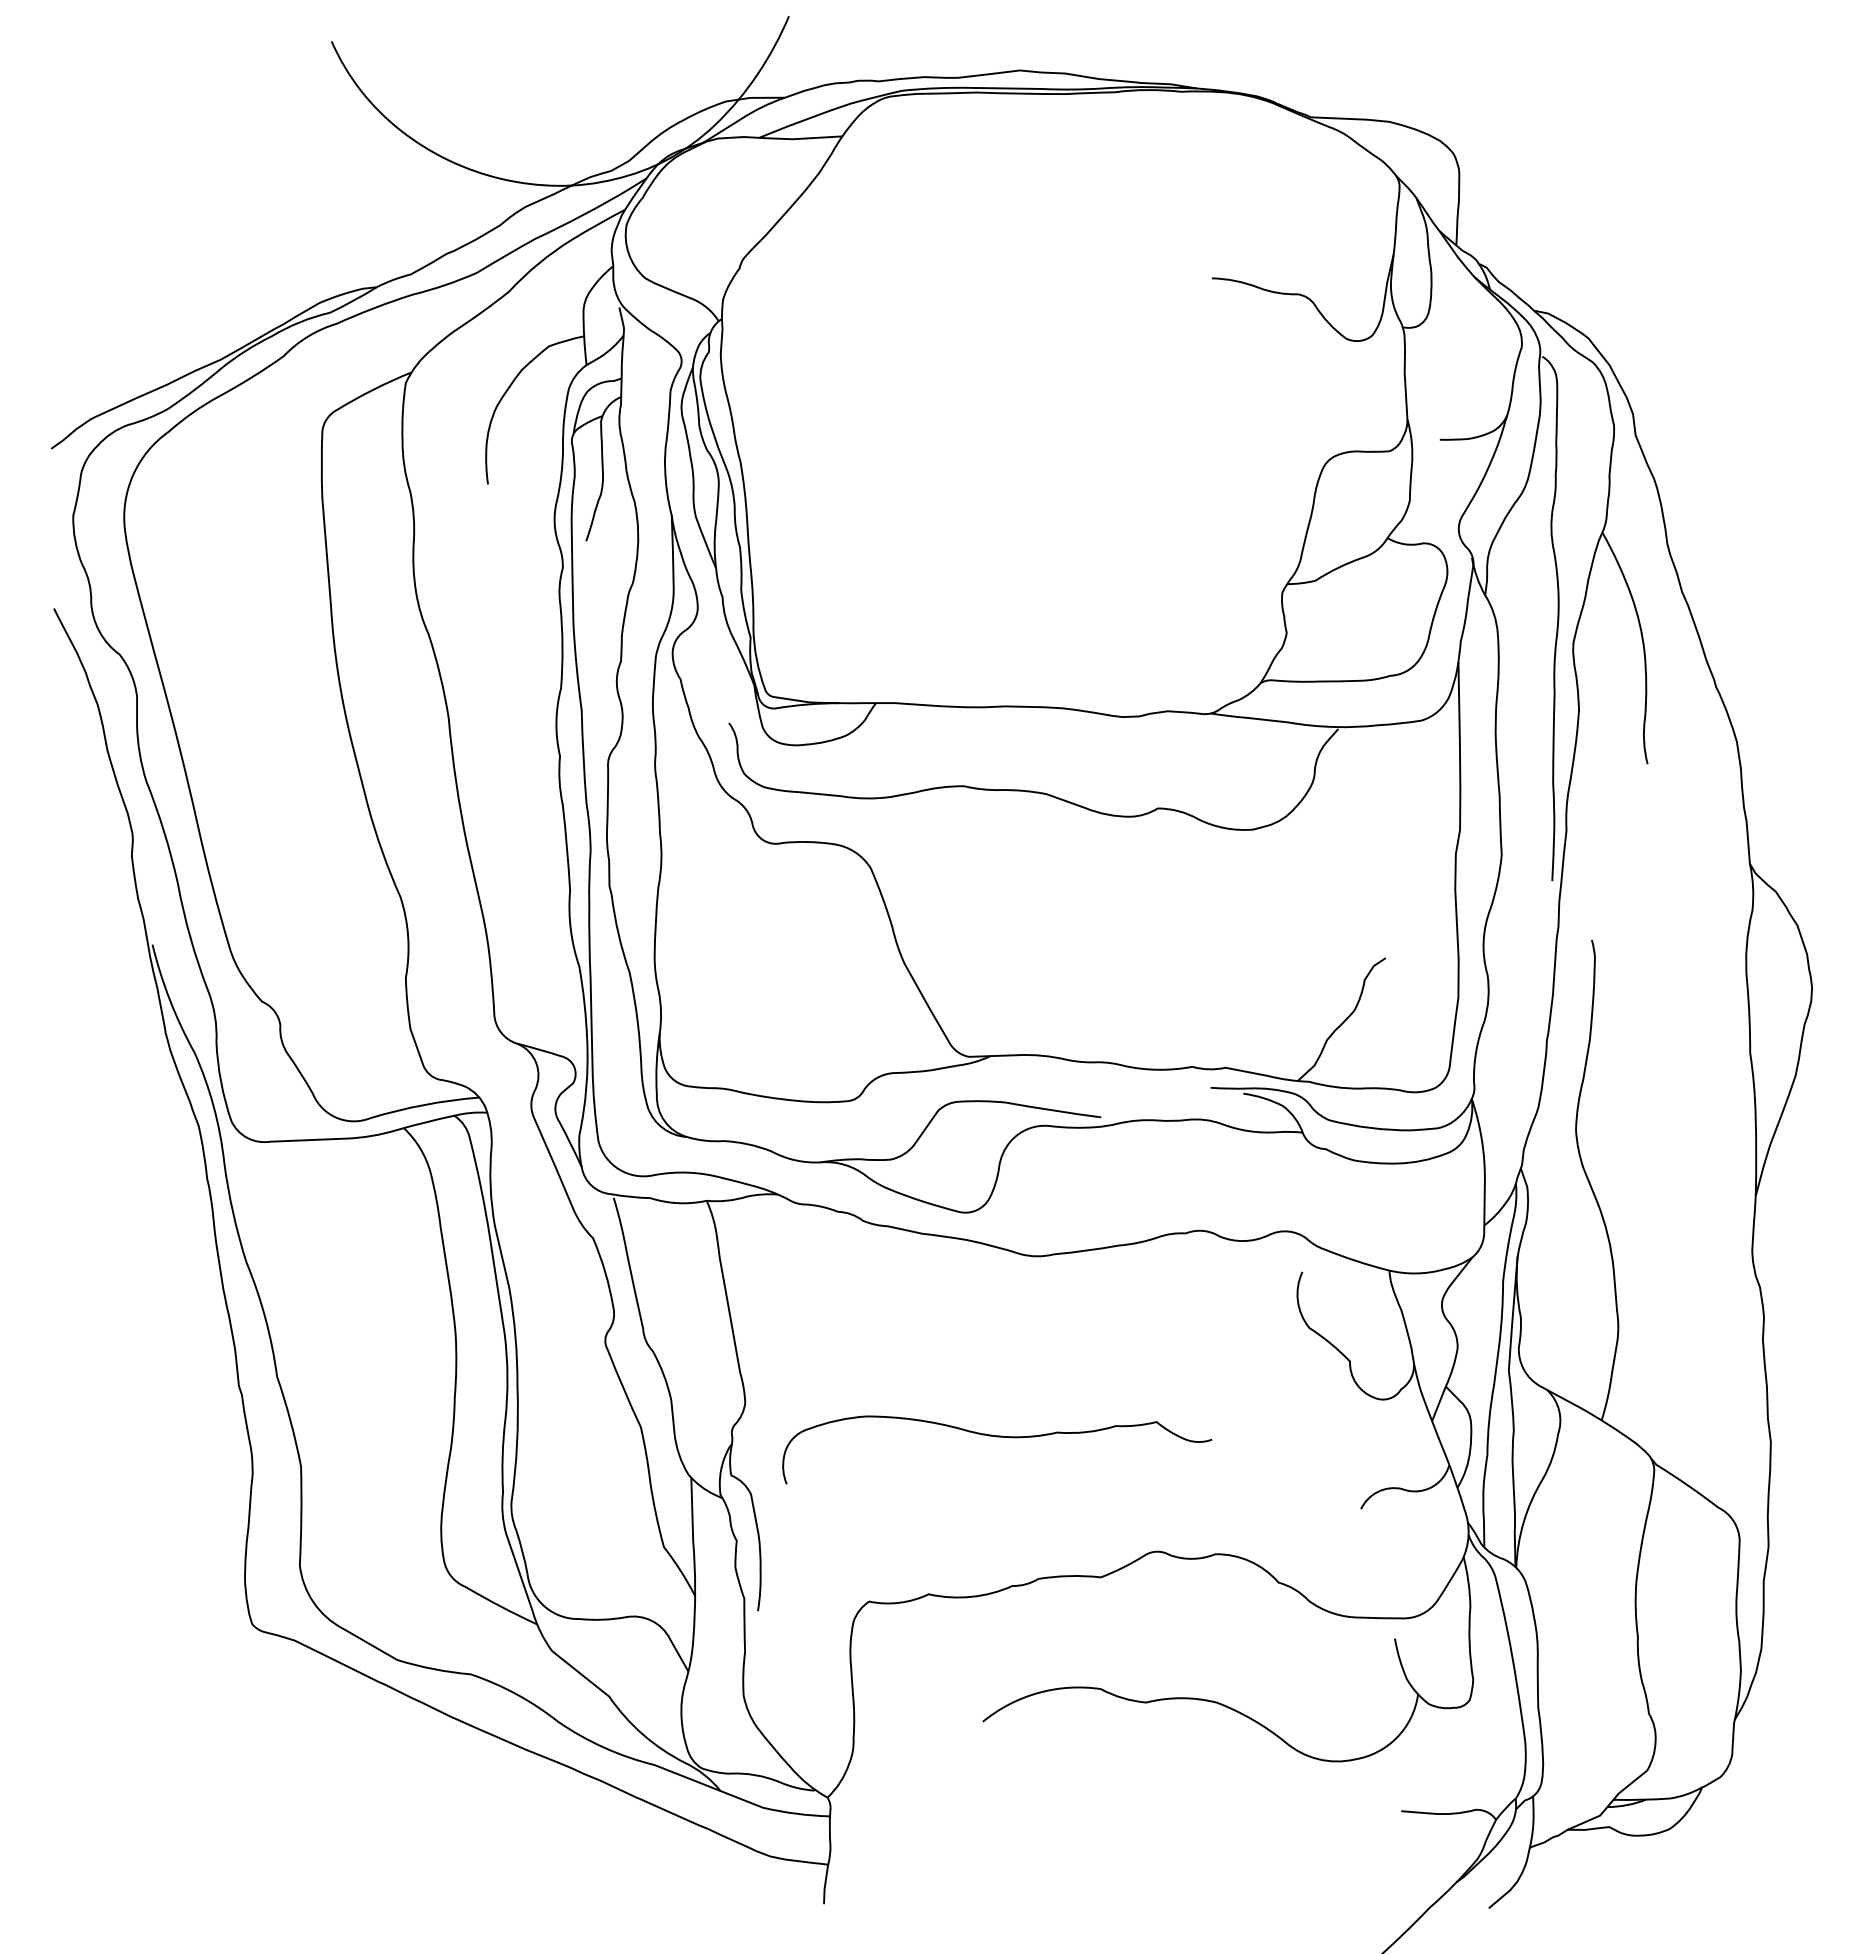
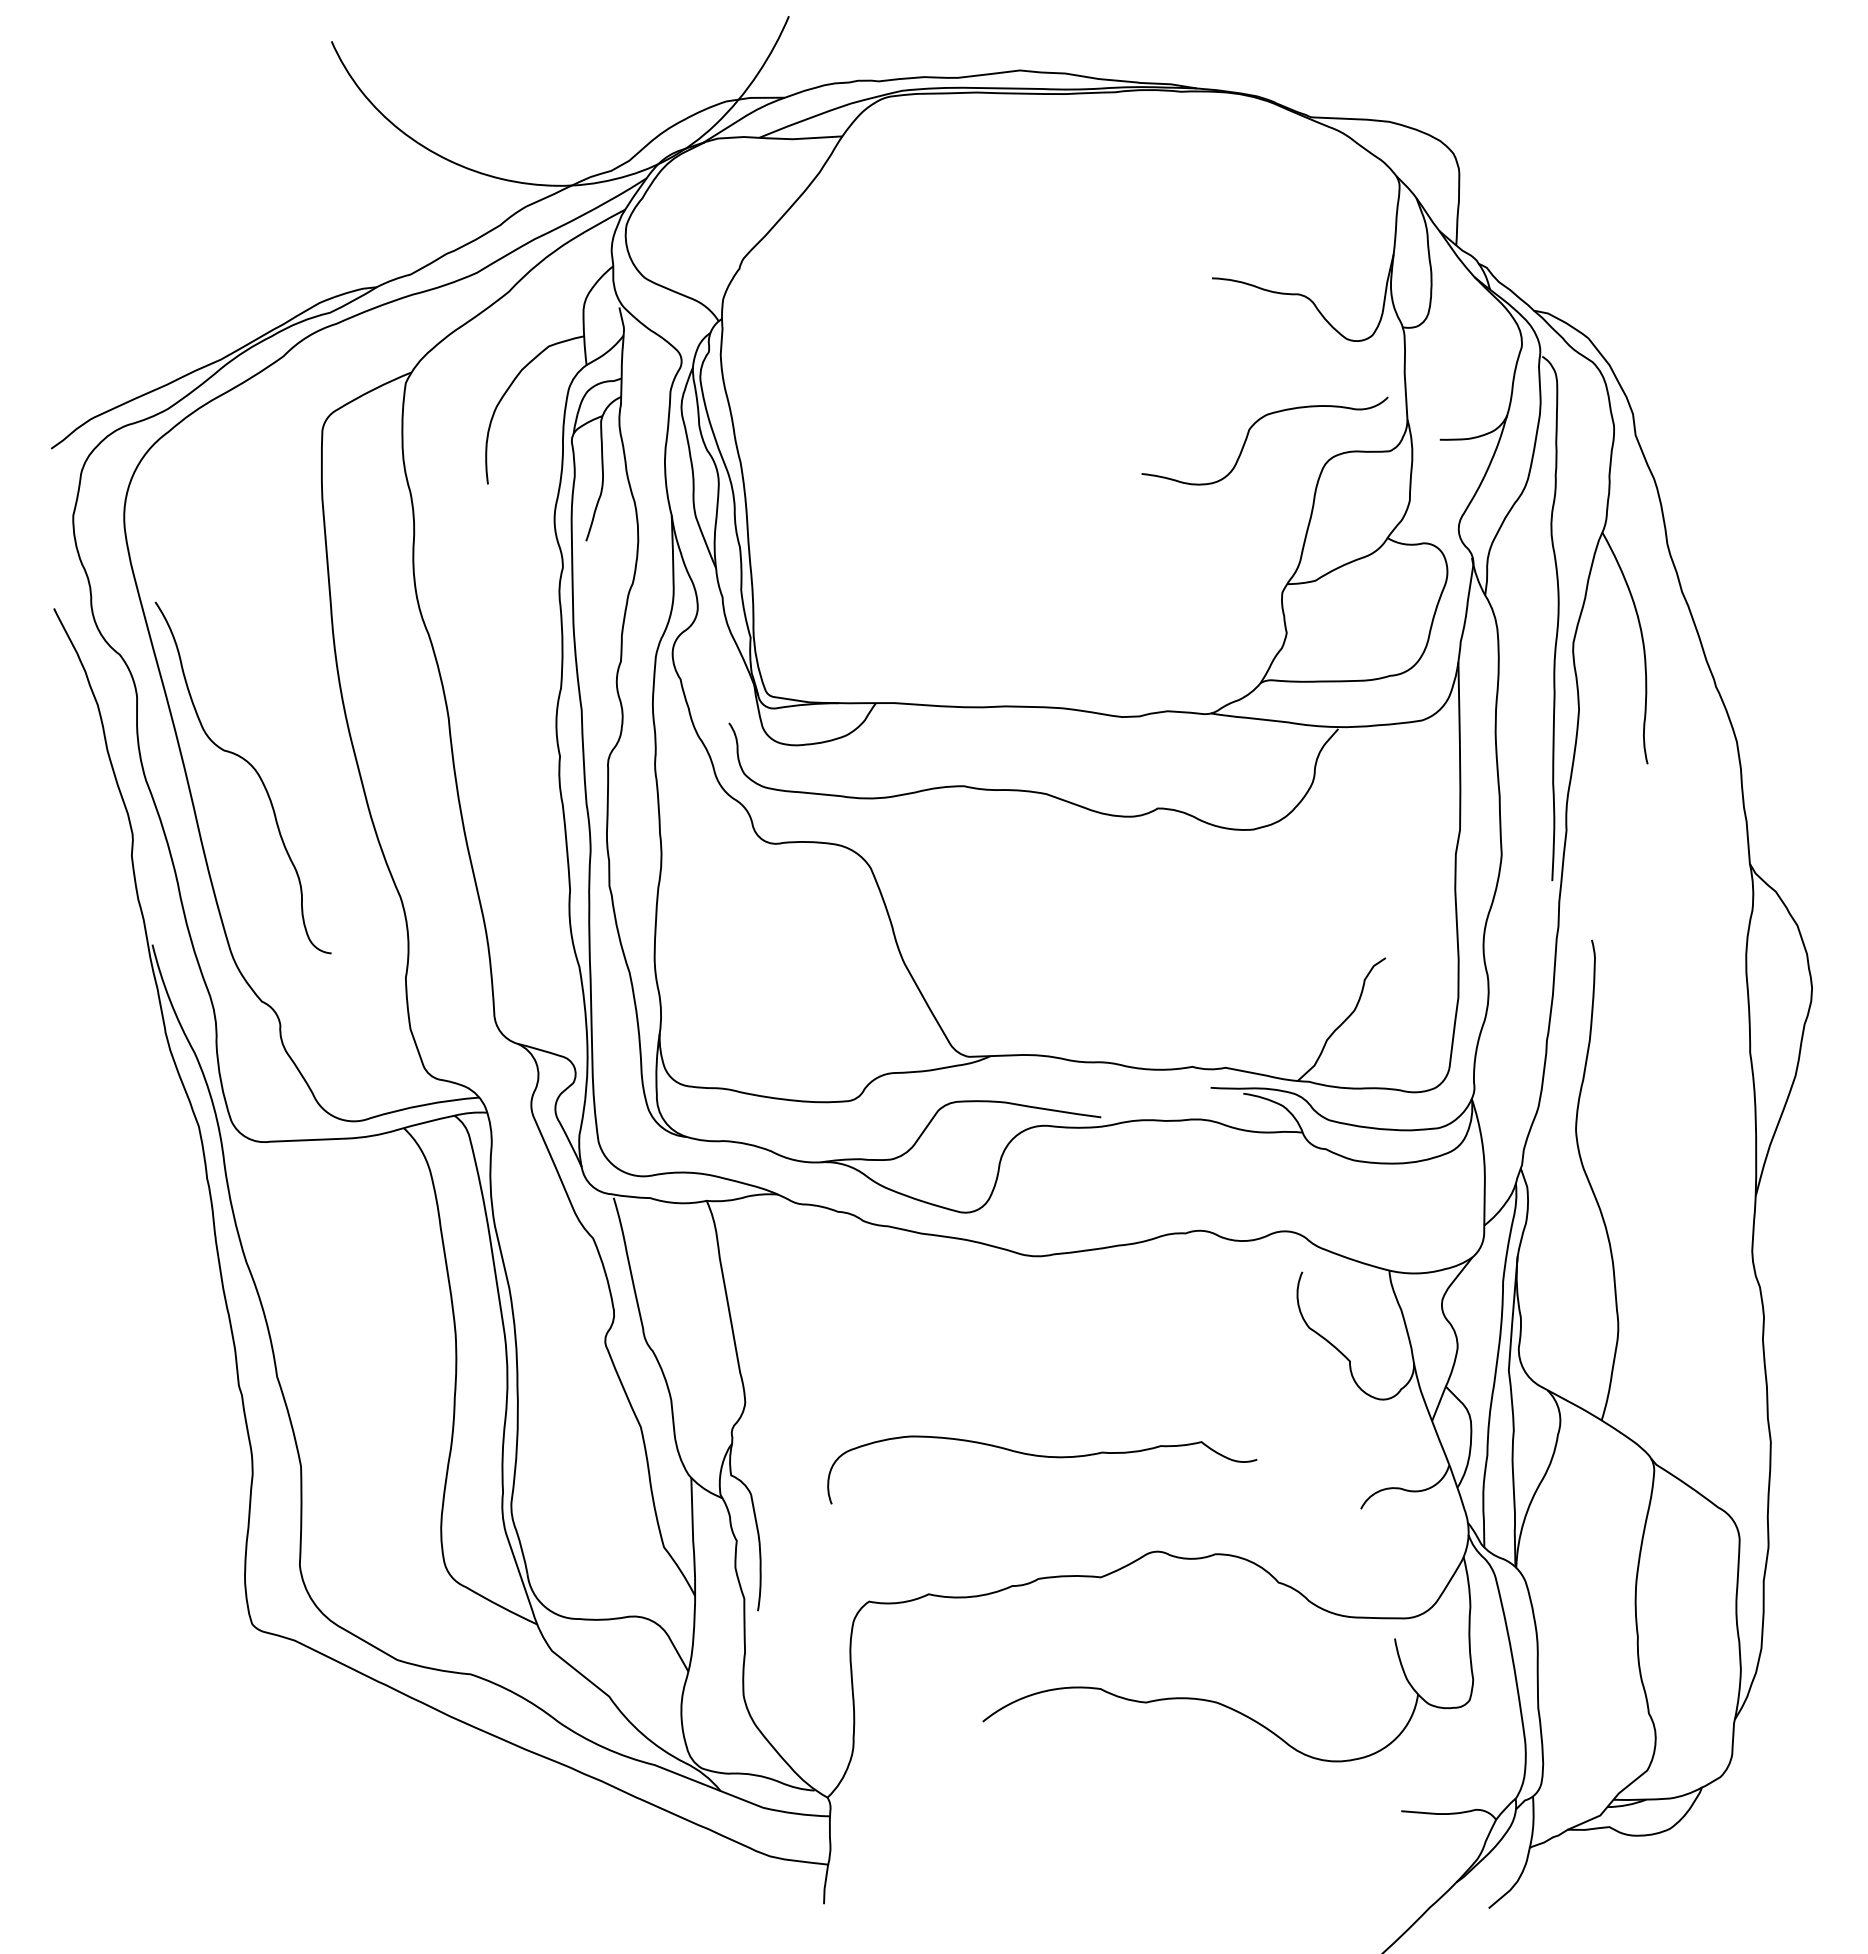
curve at (1248, 436): none -> present
curve at (251, 767): none -> present
curve at (997, 1437) position: (997, 1437) -> (1042, 1457)
